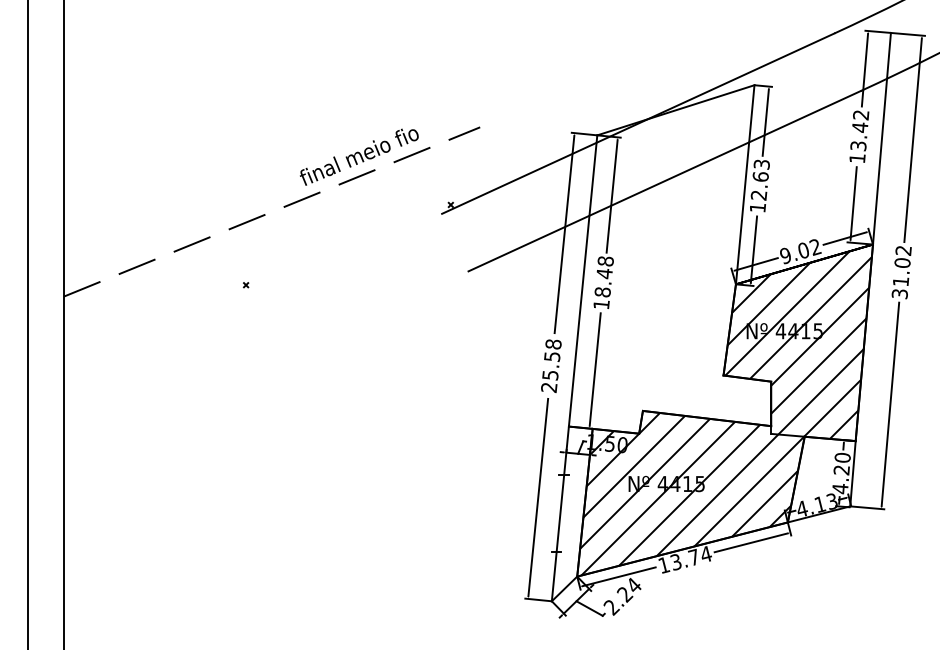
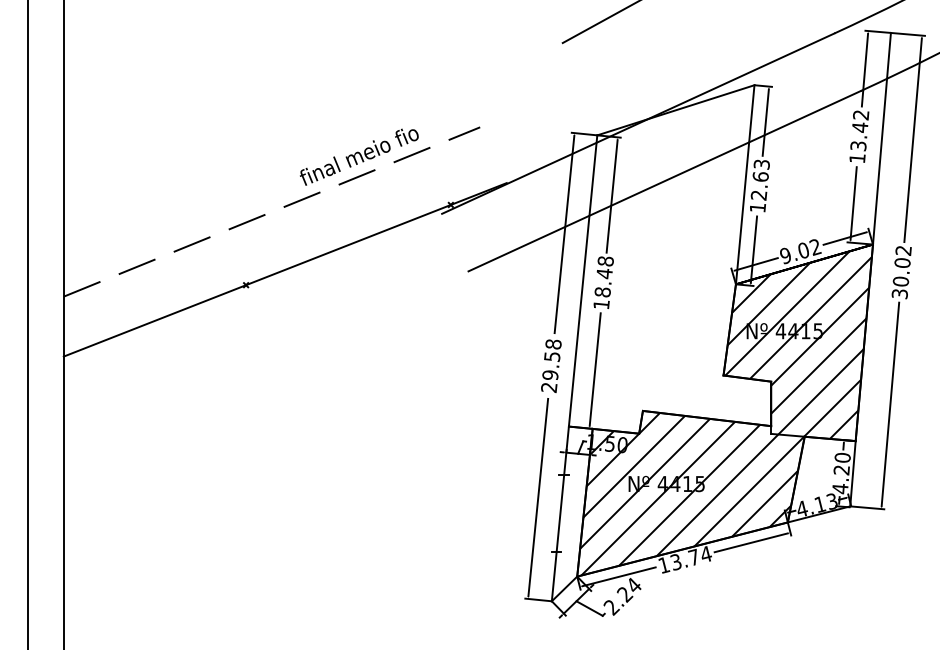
line at (599, 22): none -> present
line at (284, 269): none -> present
text at (900, 281): 31.02 -> 30.02
text at (550, 375): 25.58 -> 29.58
